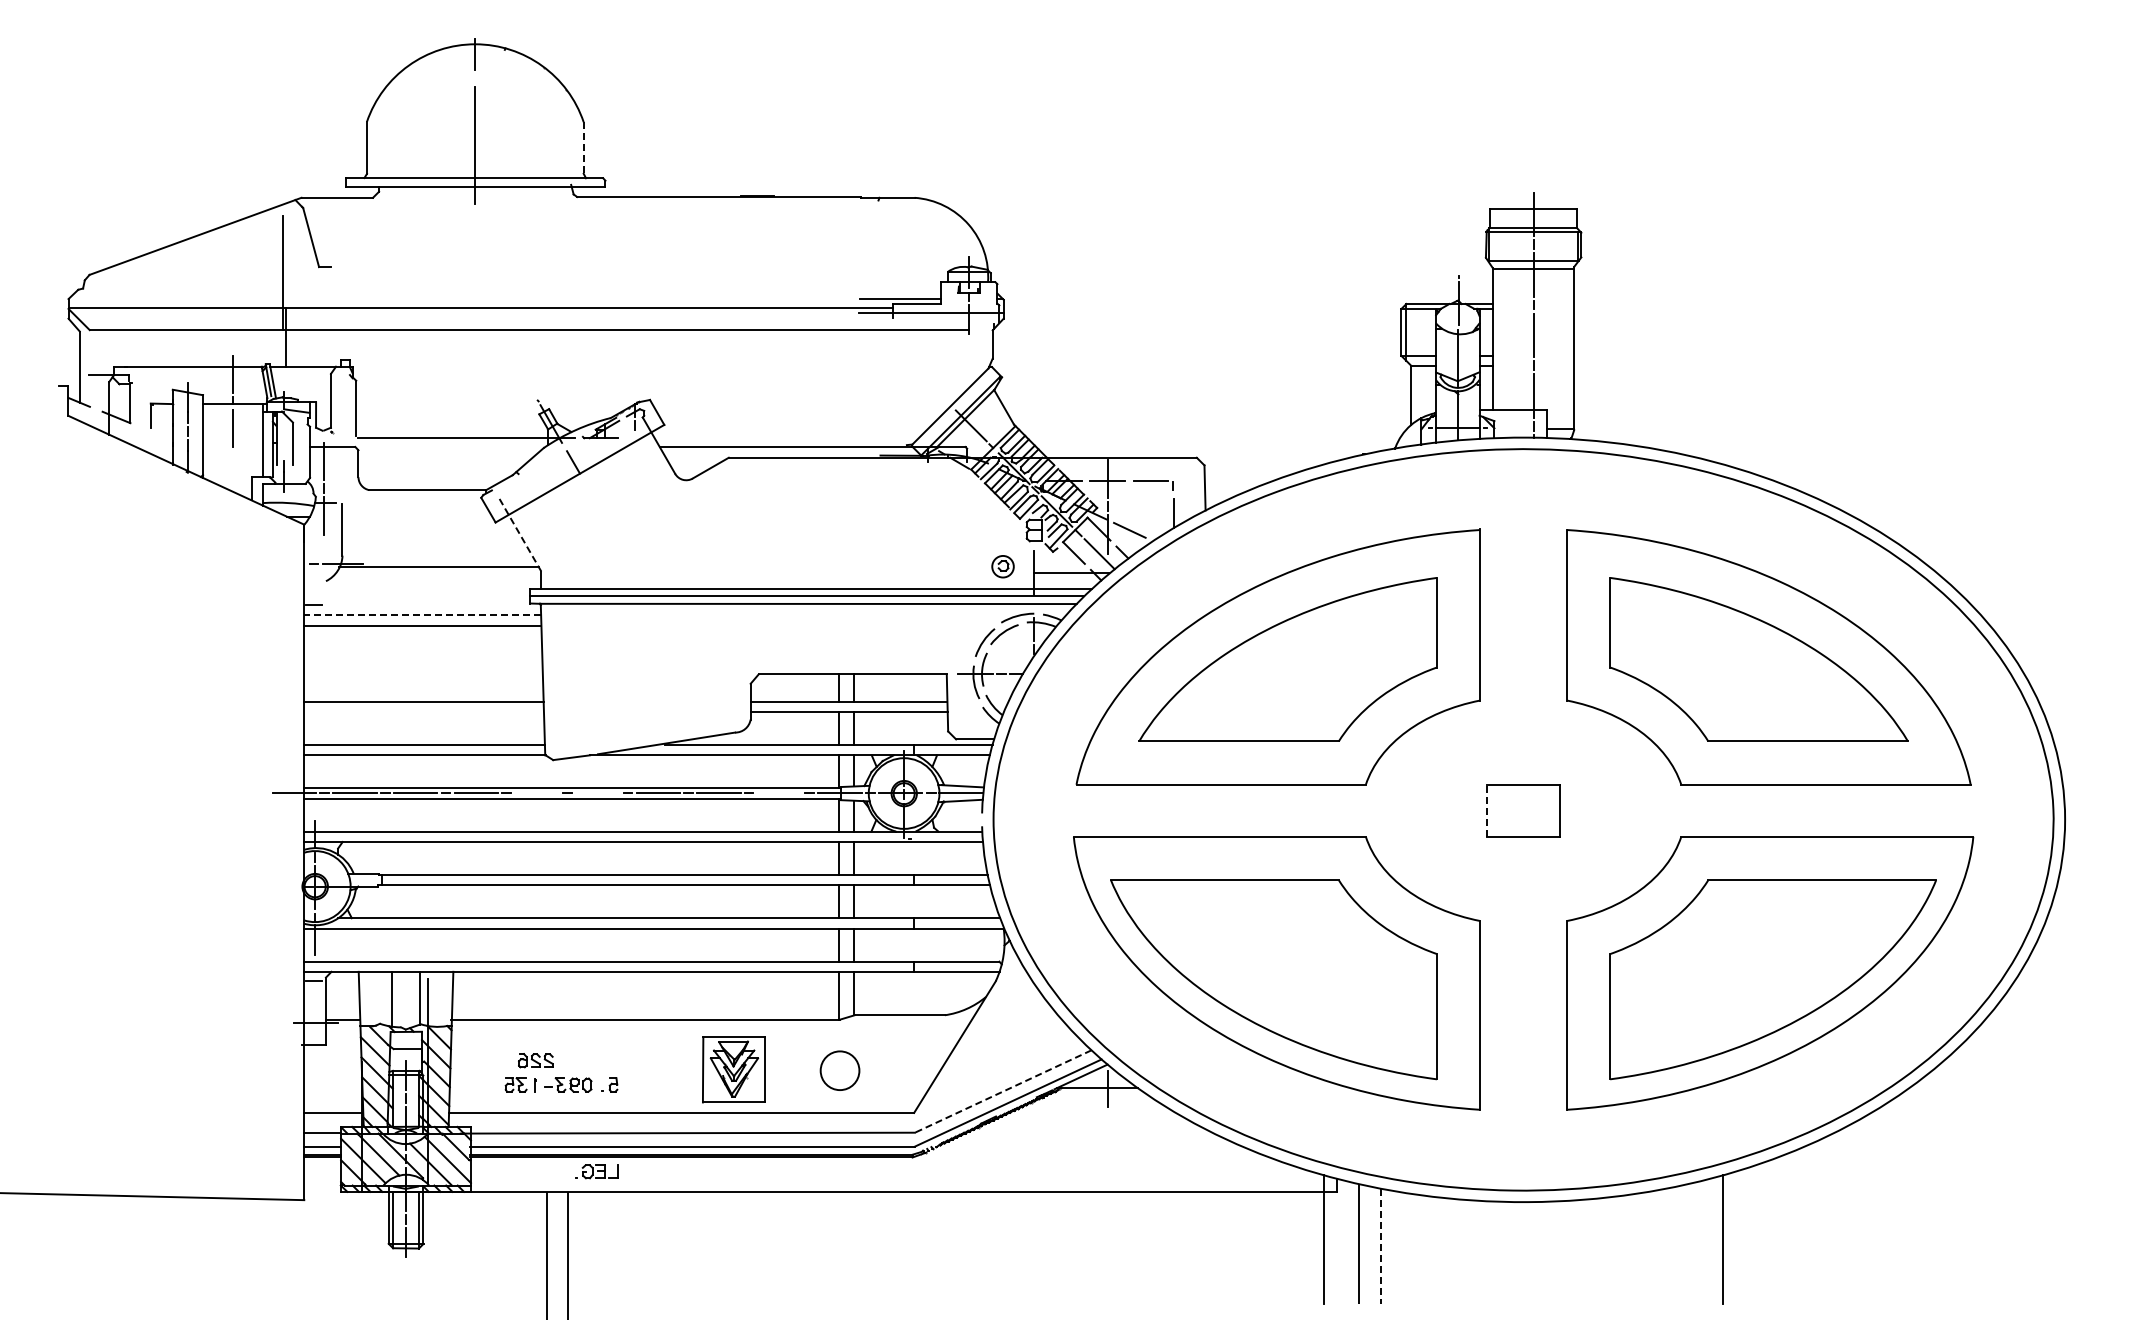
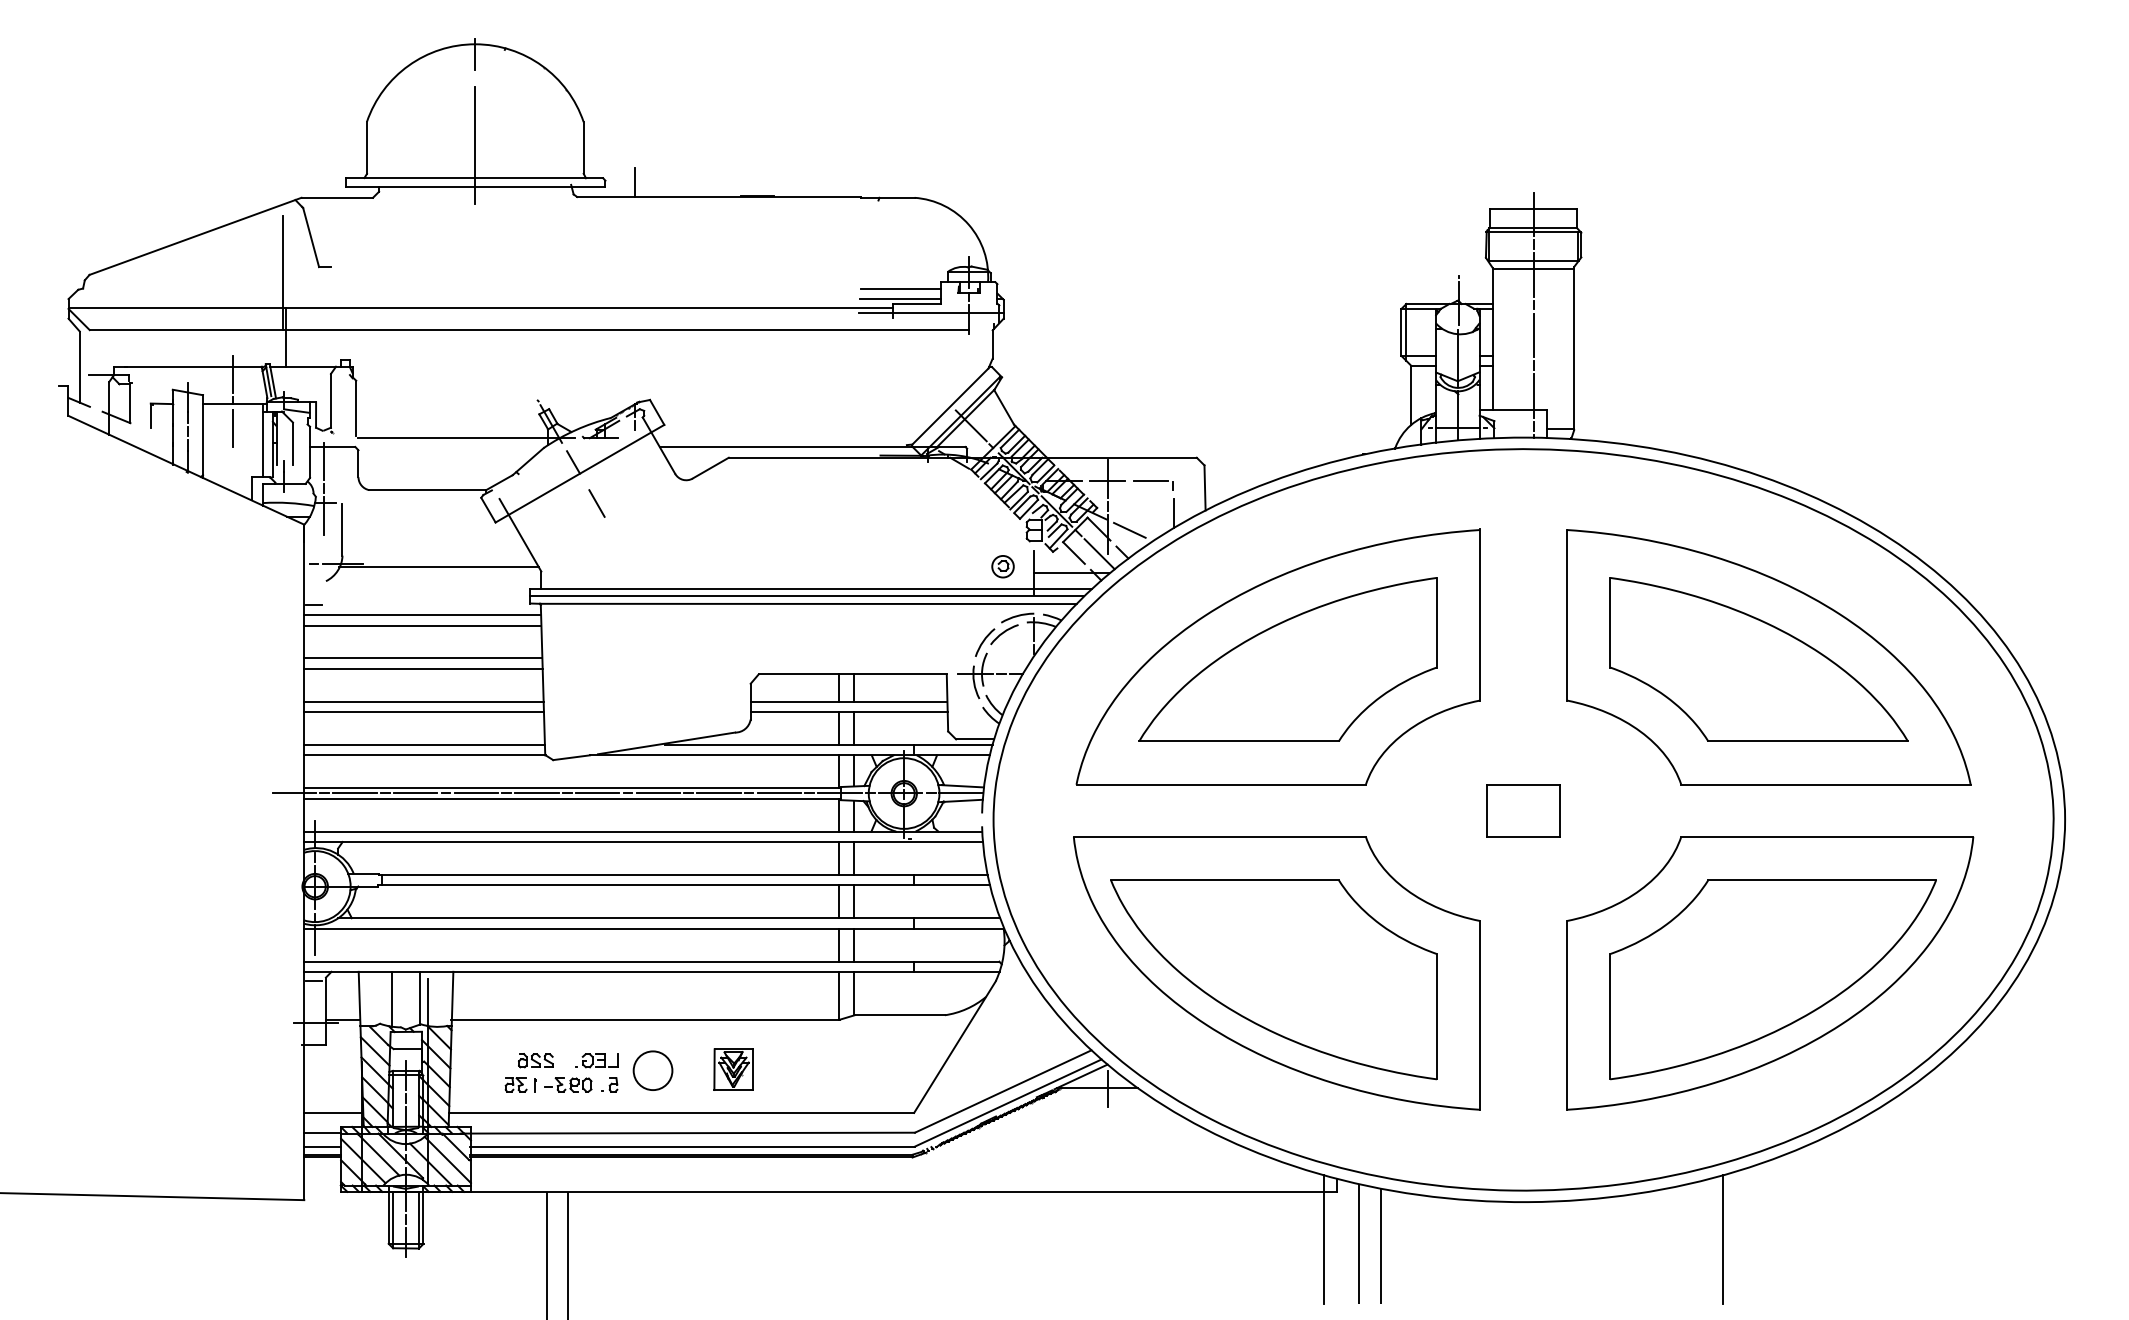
line at (583, 148): dashed -> solid
line at (635, 182): none -> present
line at (900, 289): none -> present
line at (596, 503): none -> present
line at (520, 535): dashed -> solid
line at (422, 615): dashed -> solid
line at (423, 658): none -> present
line at (423, 668): none -> present
line at (423, 712): none -> present
line at (536, 793): none -> present
line at (597, 793): none -> present
line at (779, 793): none -> present
line at (1486, 810): dashed -> solid
part at (733, 1069) size: 64x68 px -> 41x43 px
circle at (839, 1070) position: (839, 1070) -> (652, 1070)
line at (1002, 1091): dashed -> solid
part at (596, 1171) position: (596, 1171) -> (596, 1060)
line at (1380, 1246): dashed -> solid
